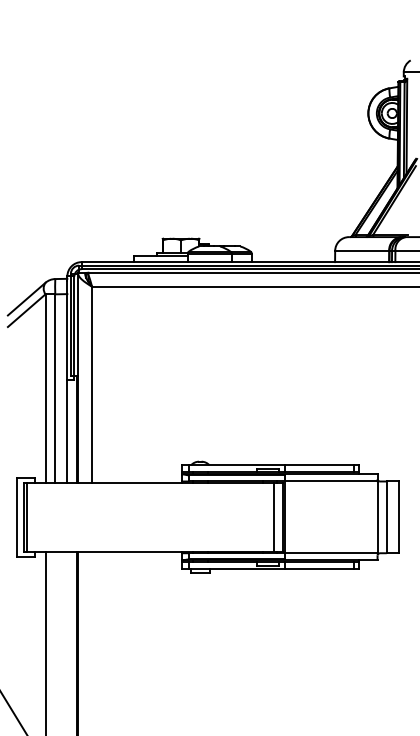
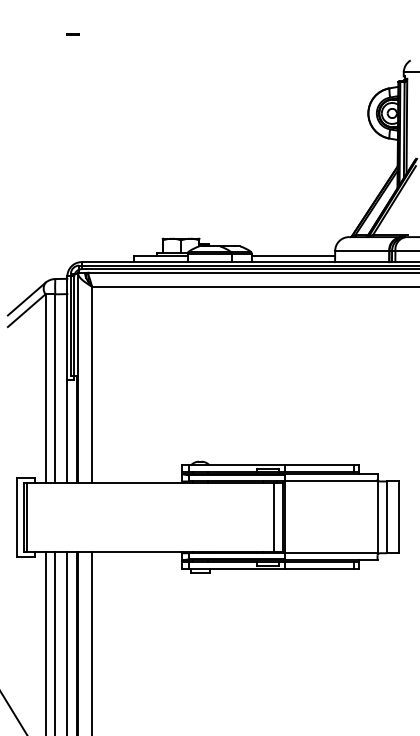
line at (72, 34): none -> present
line at (293, 256): none -> present
line at (55, 641): none -> present
line at (67, 641): none -> present
line at (92, 641): none -> present
